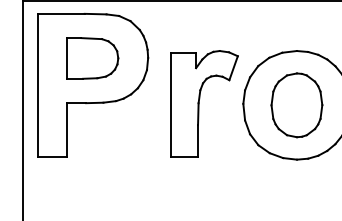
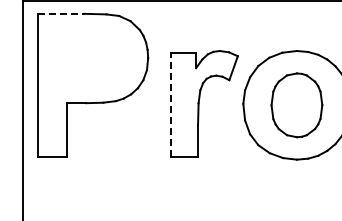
line at (61, 13): solid -> dashed
part at (92, 58): present -> none
line at (170, 105): solid -> dashed
